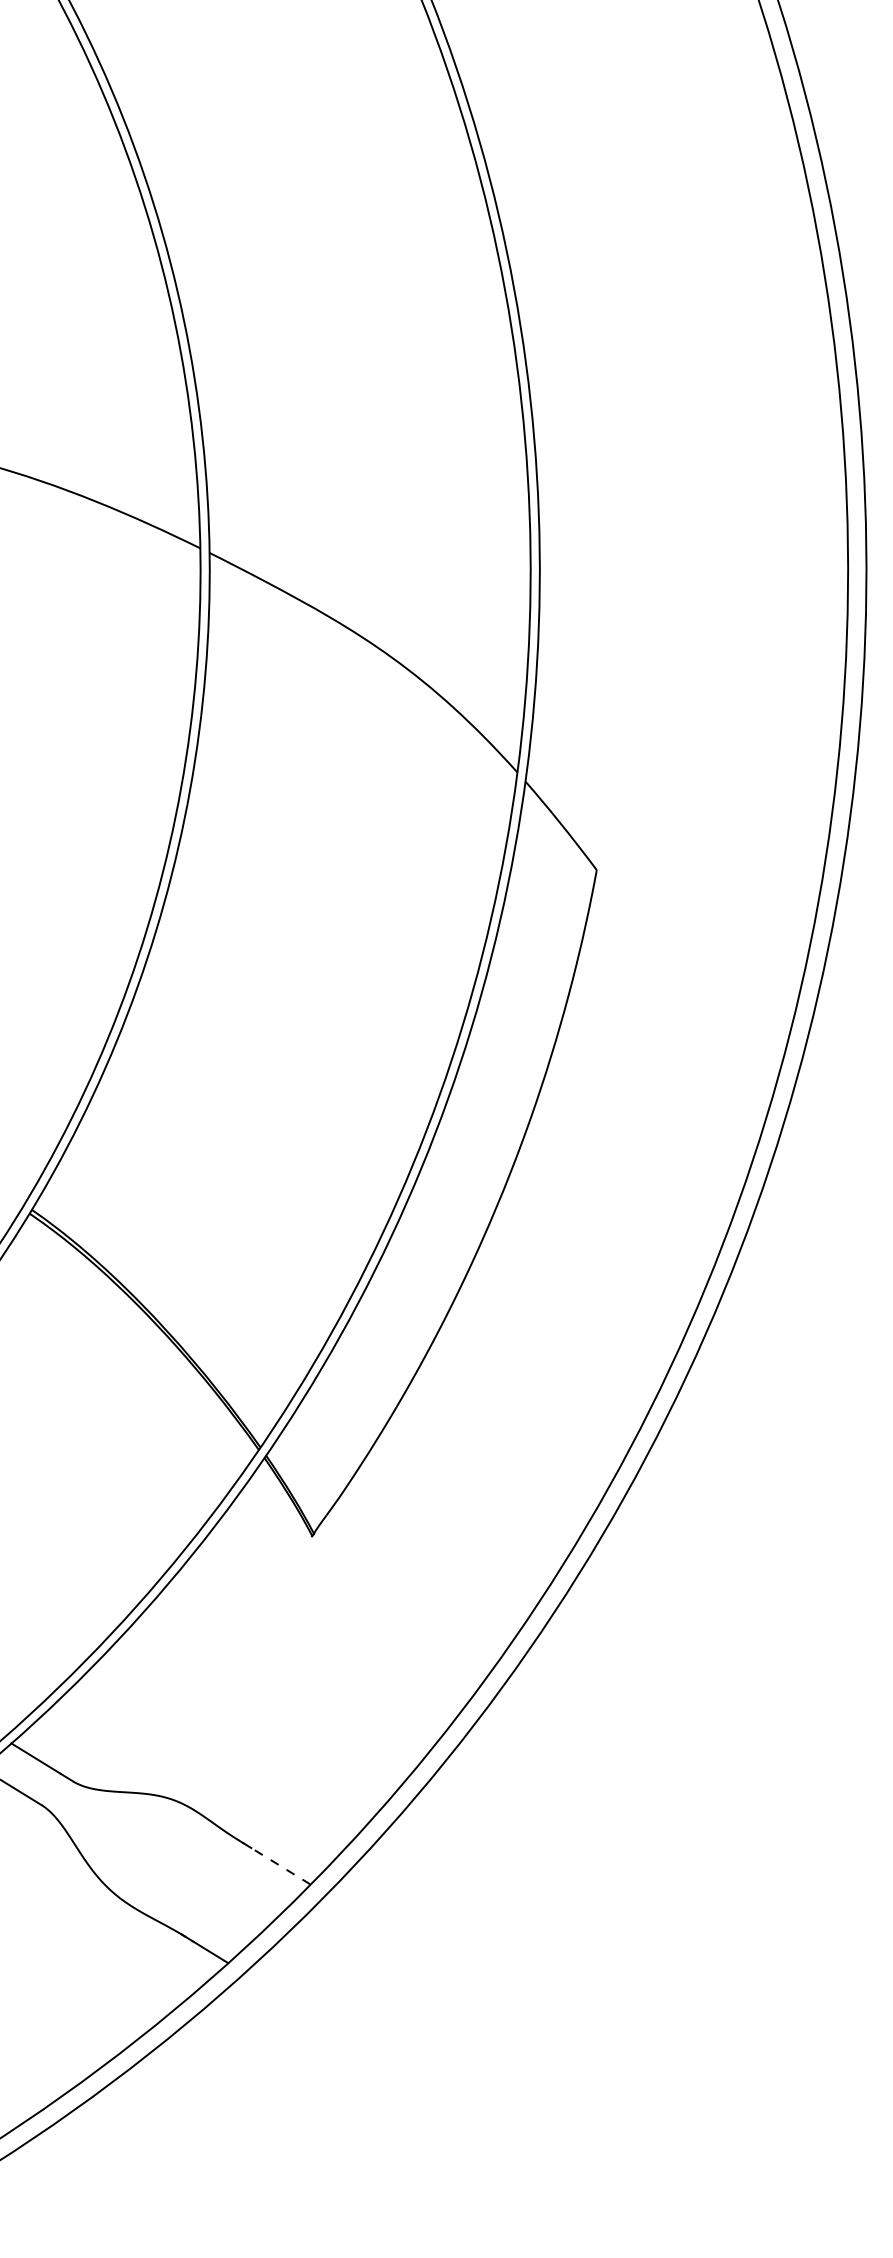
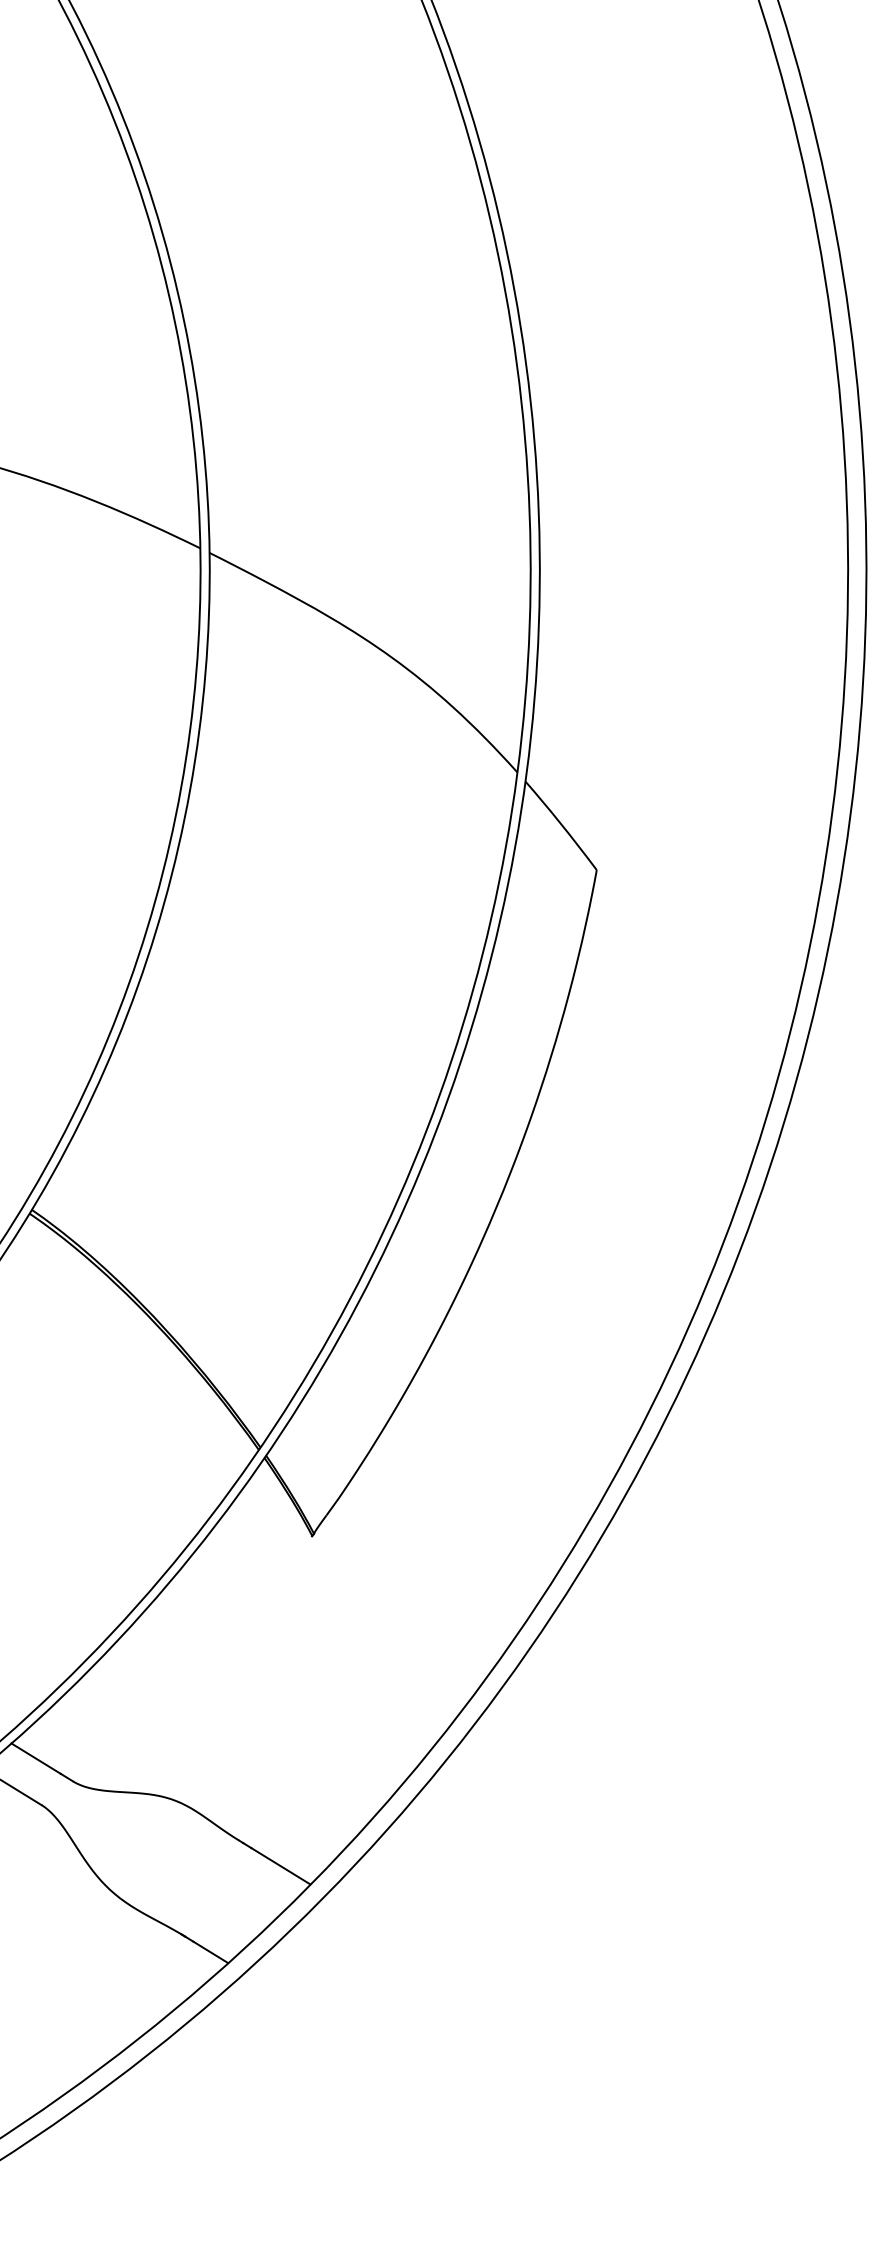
line at (280, 1866): dashed -> solid
